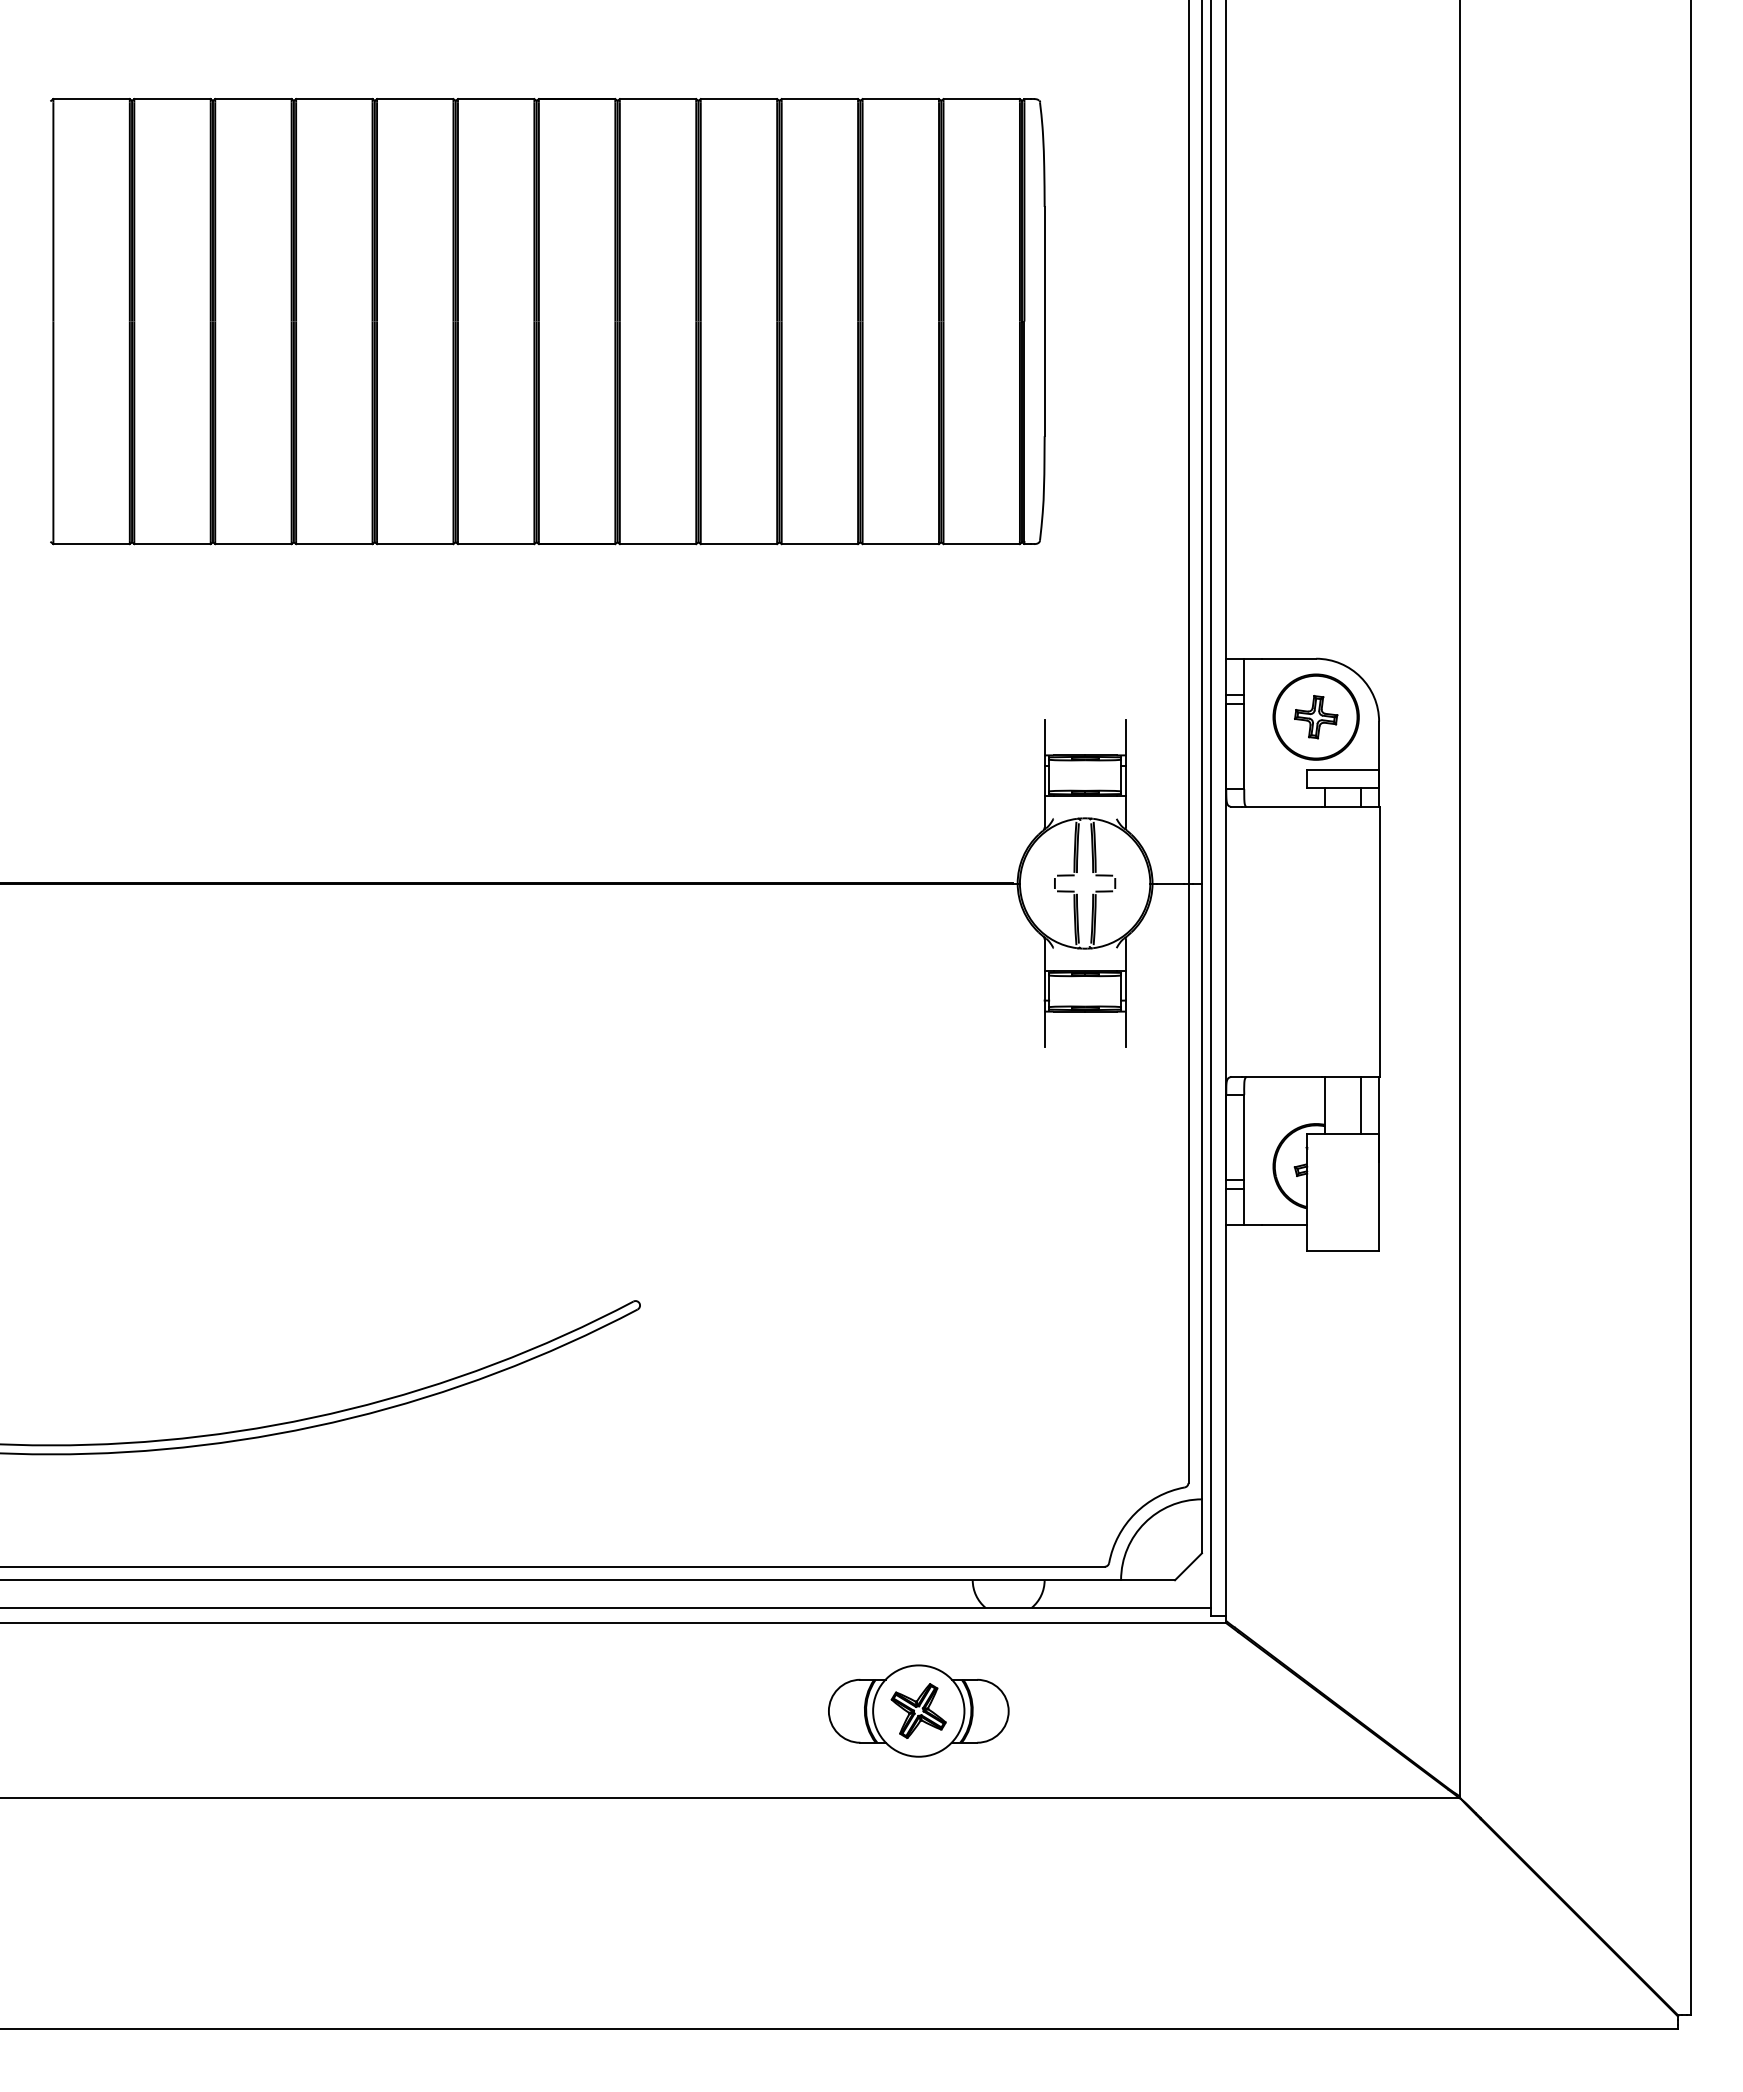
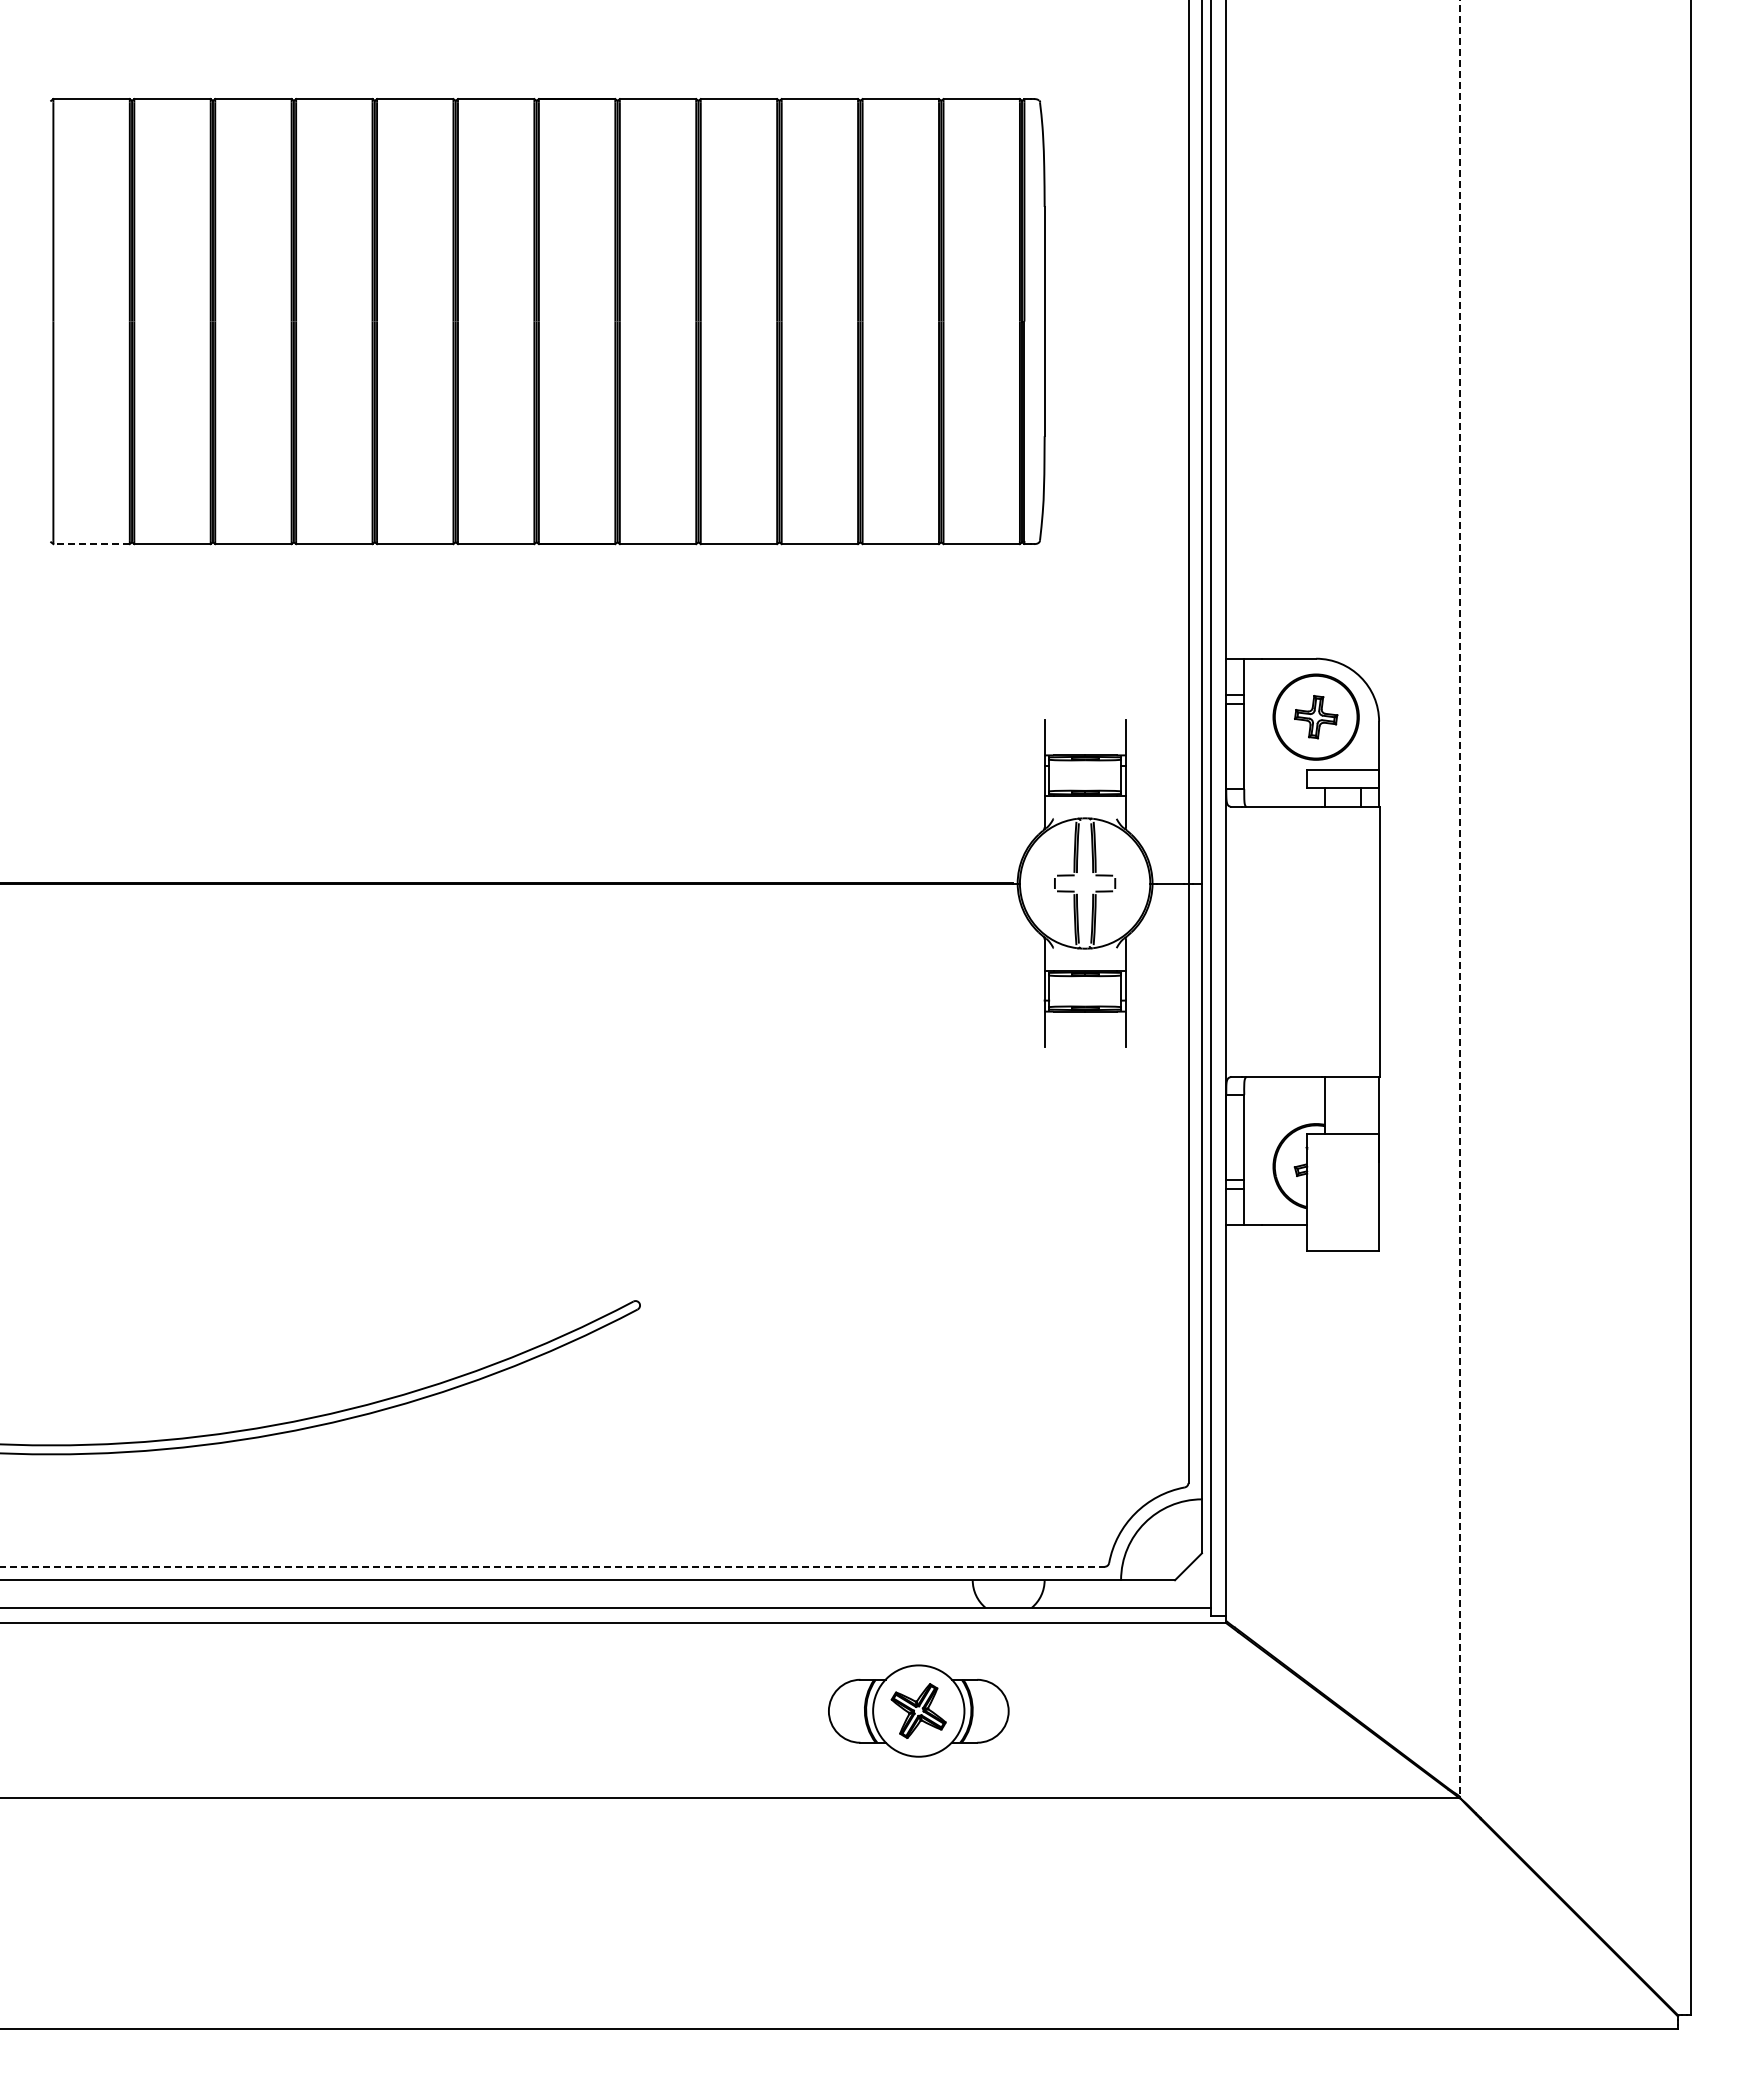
line at (91, 544): solid -> dashed
line at (1460, 899): solid -> dashed
line at (1361, 1105): present -> none
line at (552, 1566): solid -> dashed
